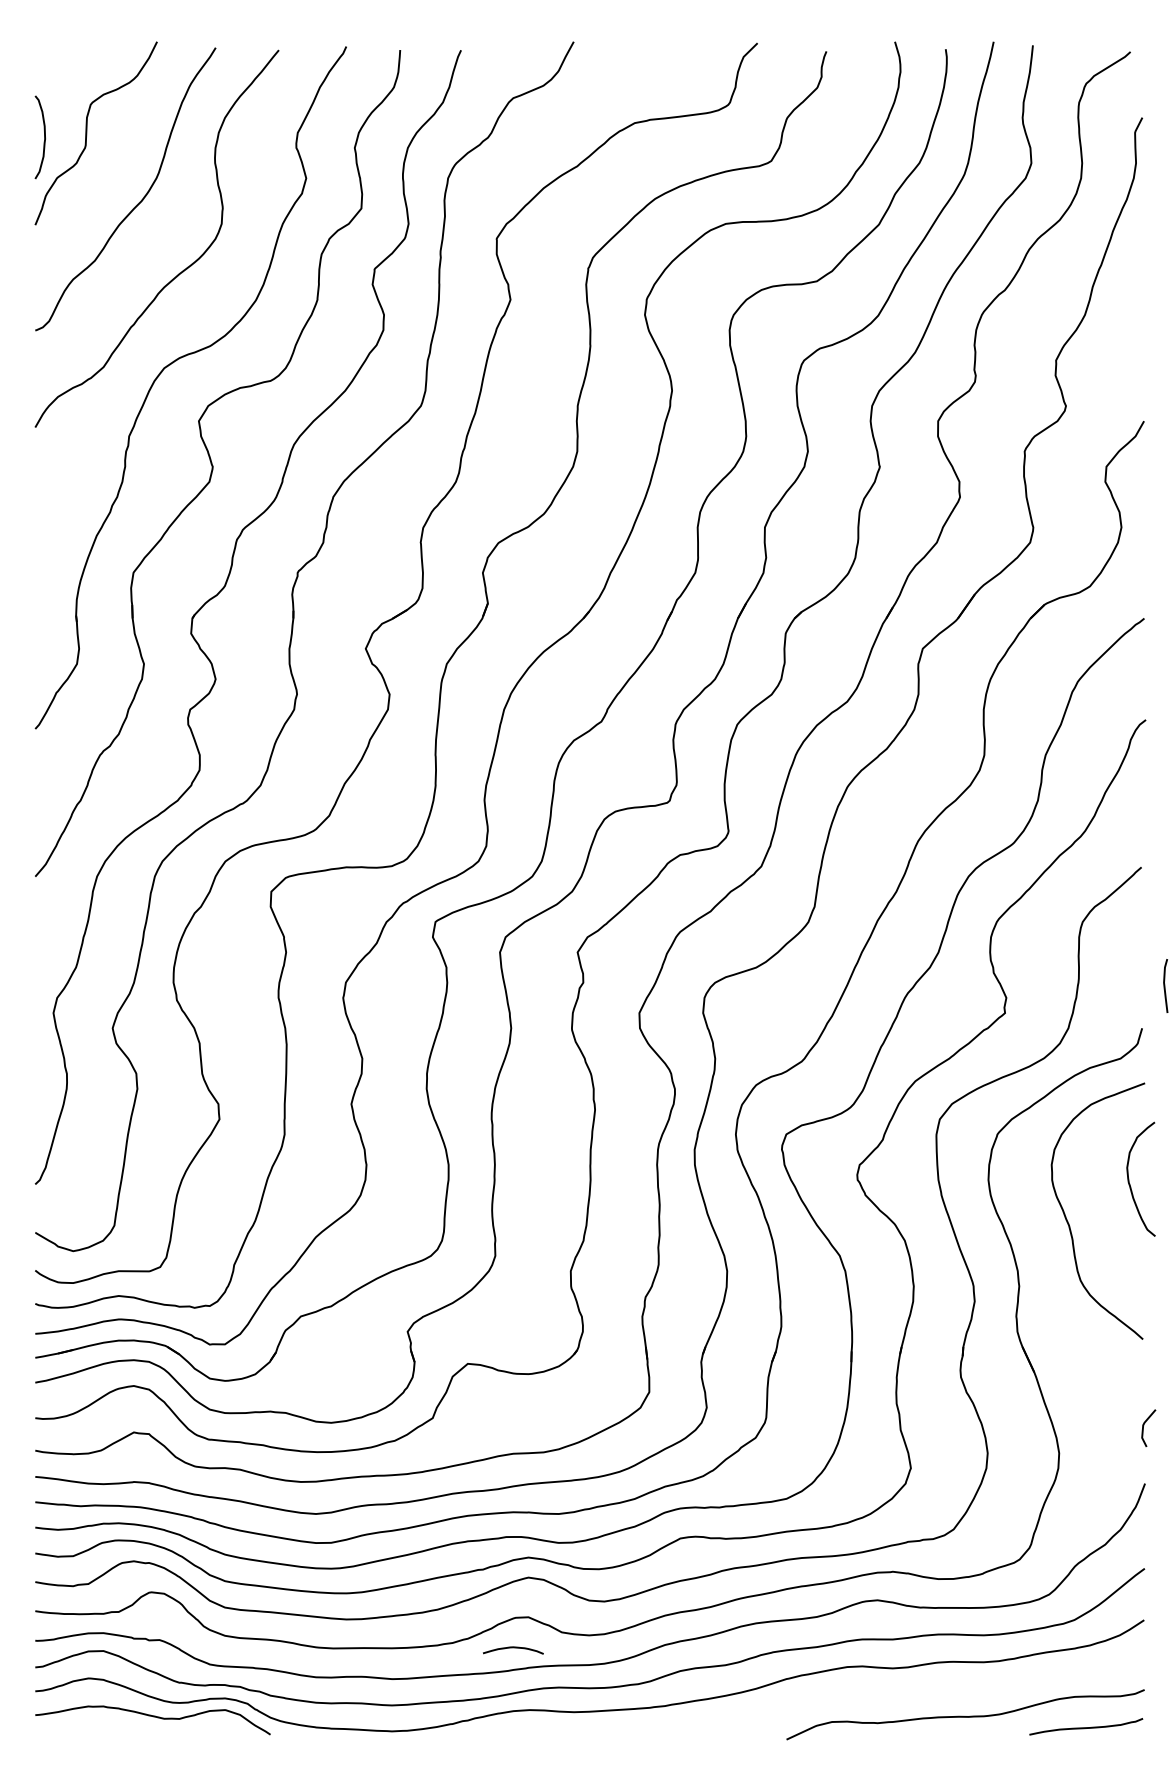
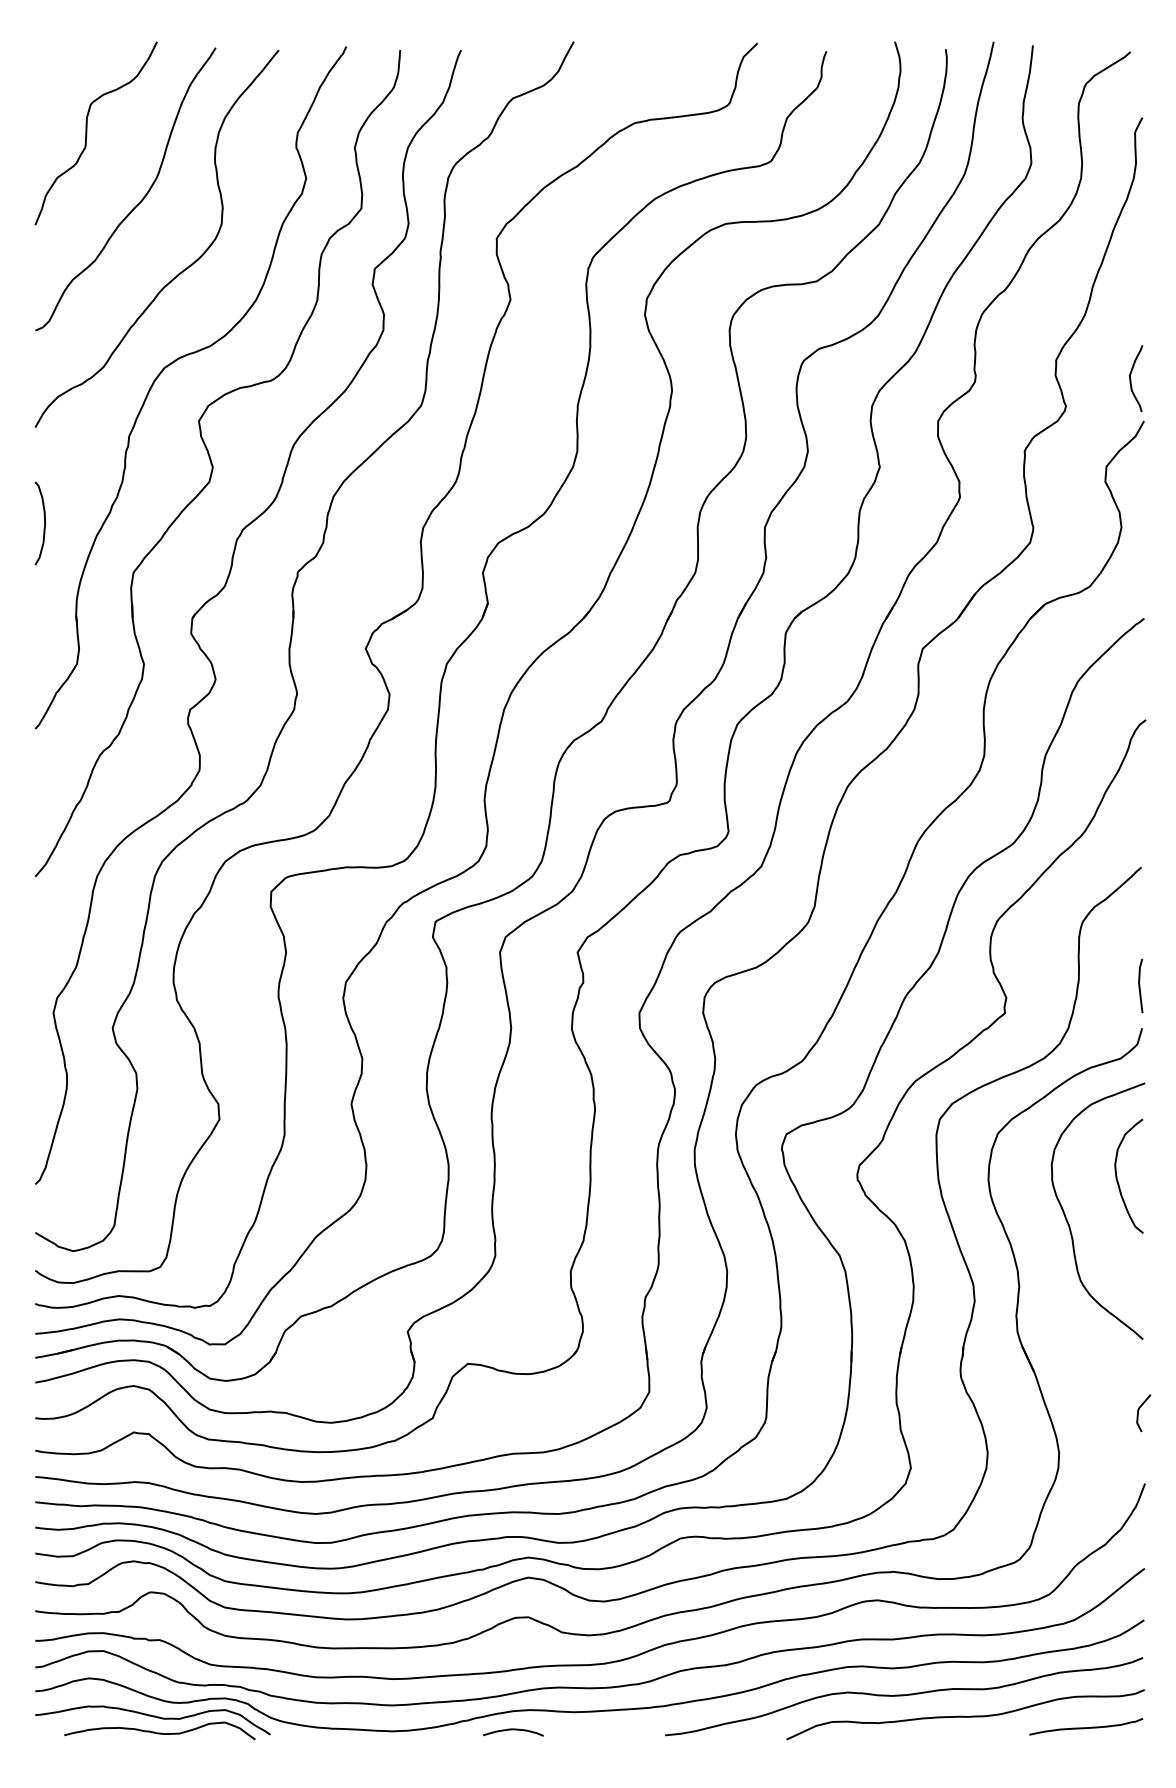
curve at (44, 137) position: (44, 137) -> (44, 523)
curve at (1131, 379): none -> present
line at (1165, 985) position: (1165, 985) -> (1140, 985)
curve at (1129, 1178) position: (1129, 1178) -> (1117, 1175)
line at (1144, 1425) position: (1144, 1425) -> (1139, 1410)
curve at (513, 1648) position: (513, 1648) -> (513, 1730)
curve at (904, 1695): none -> present
curve at (159, 1732): none -> present
